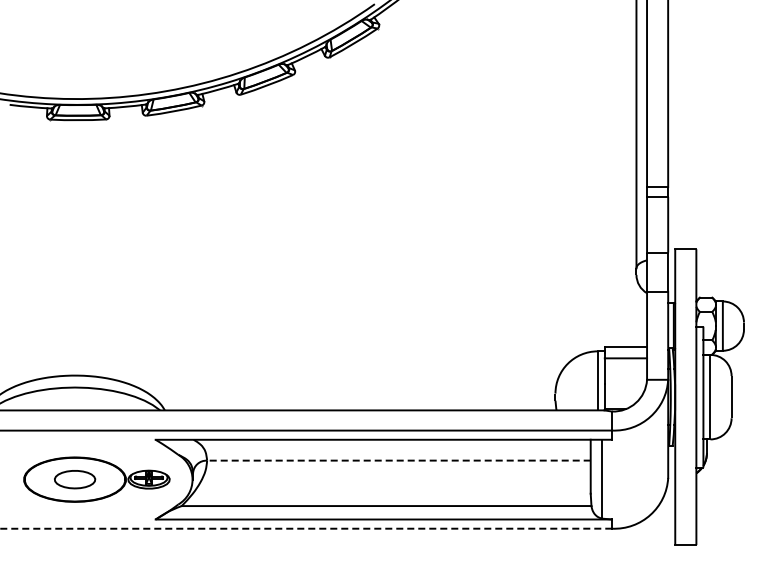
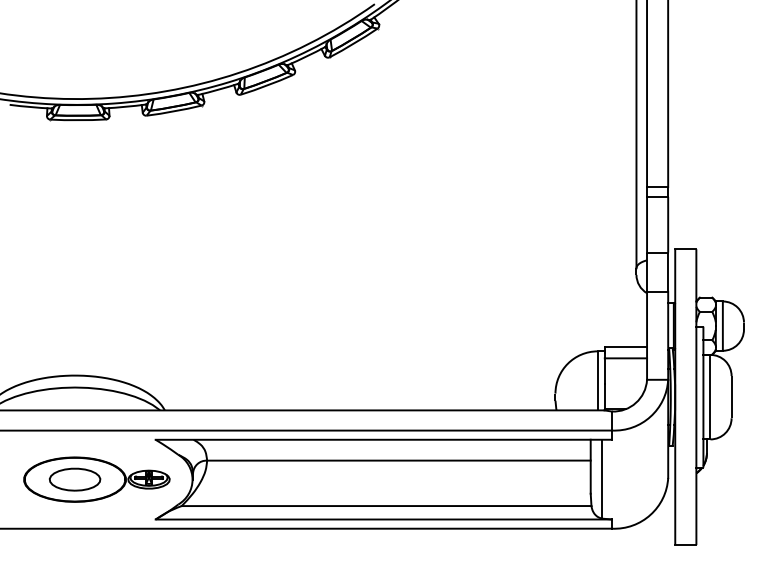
line at (398, 460): dashed -> solid
part at (75, 479) size: 43x20 px -> 54x25 px
line at (305, 528): dashed -> solid
